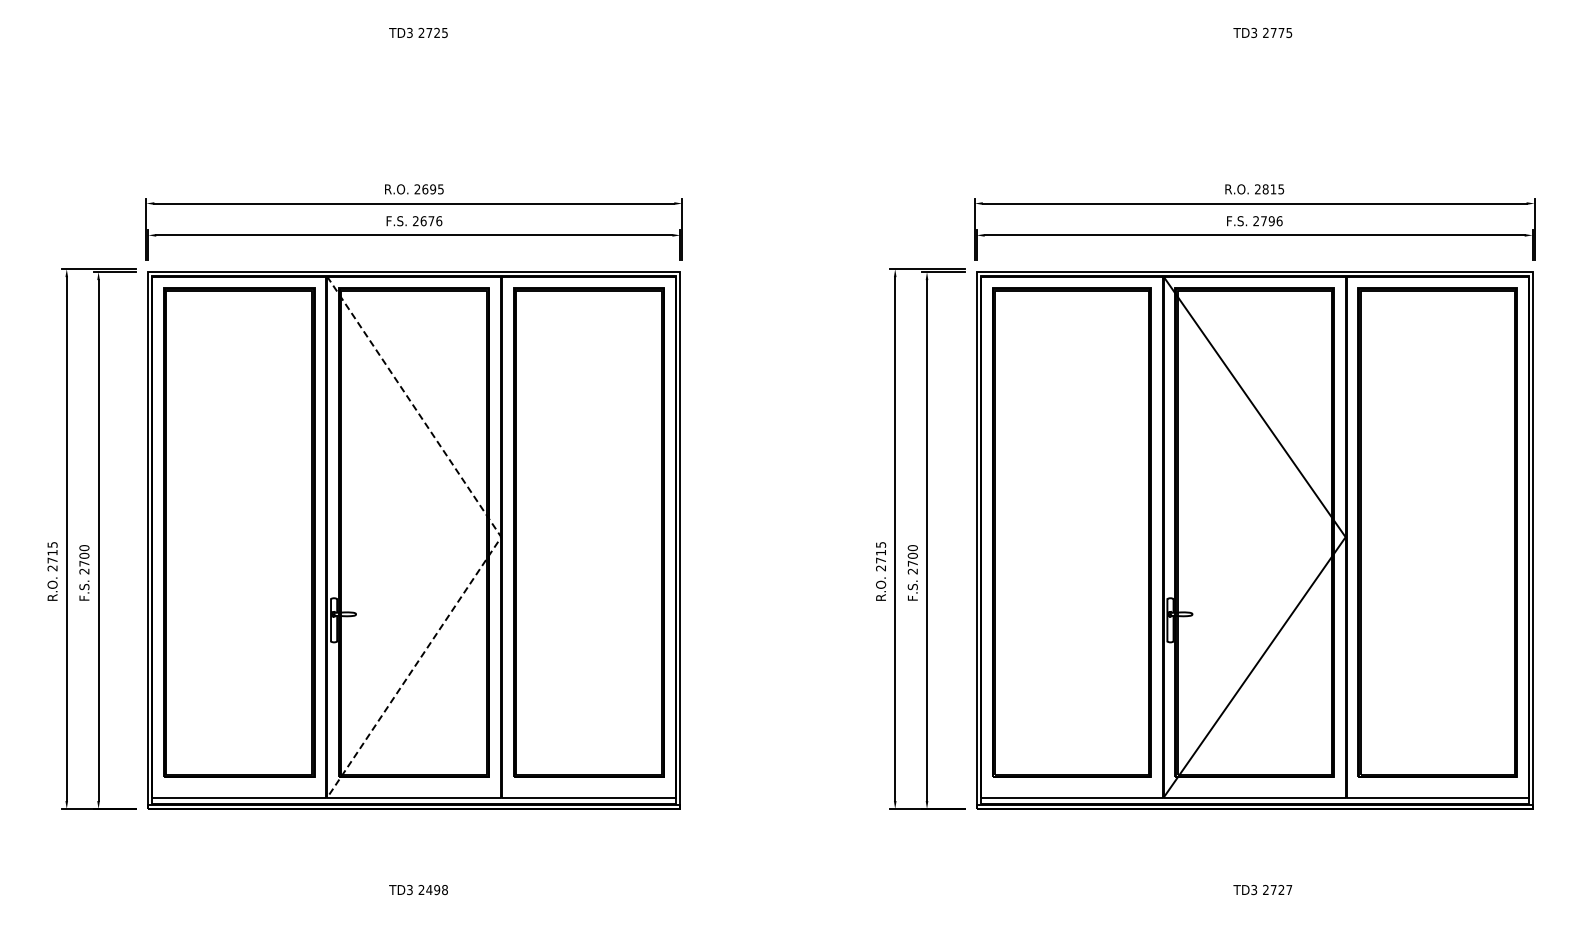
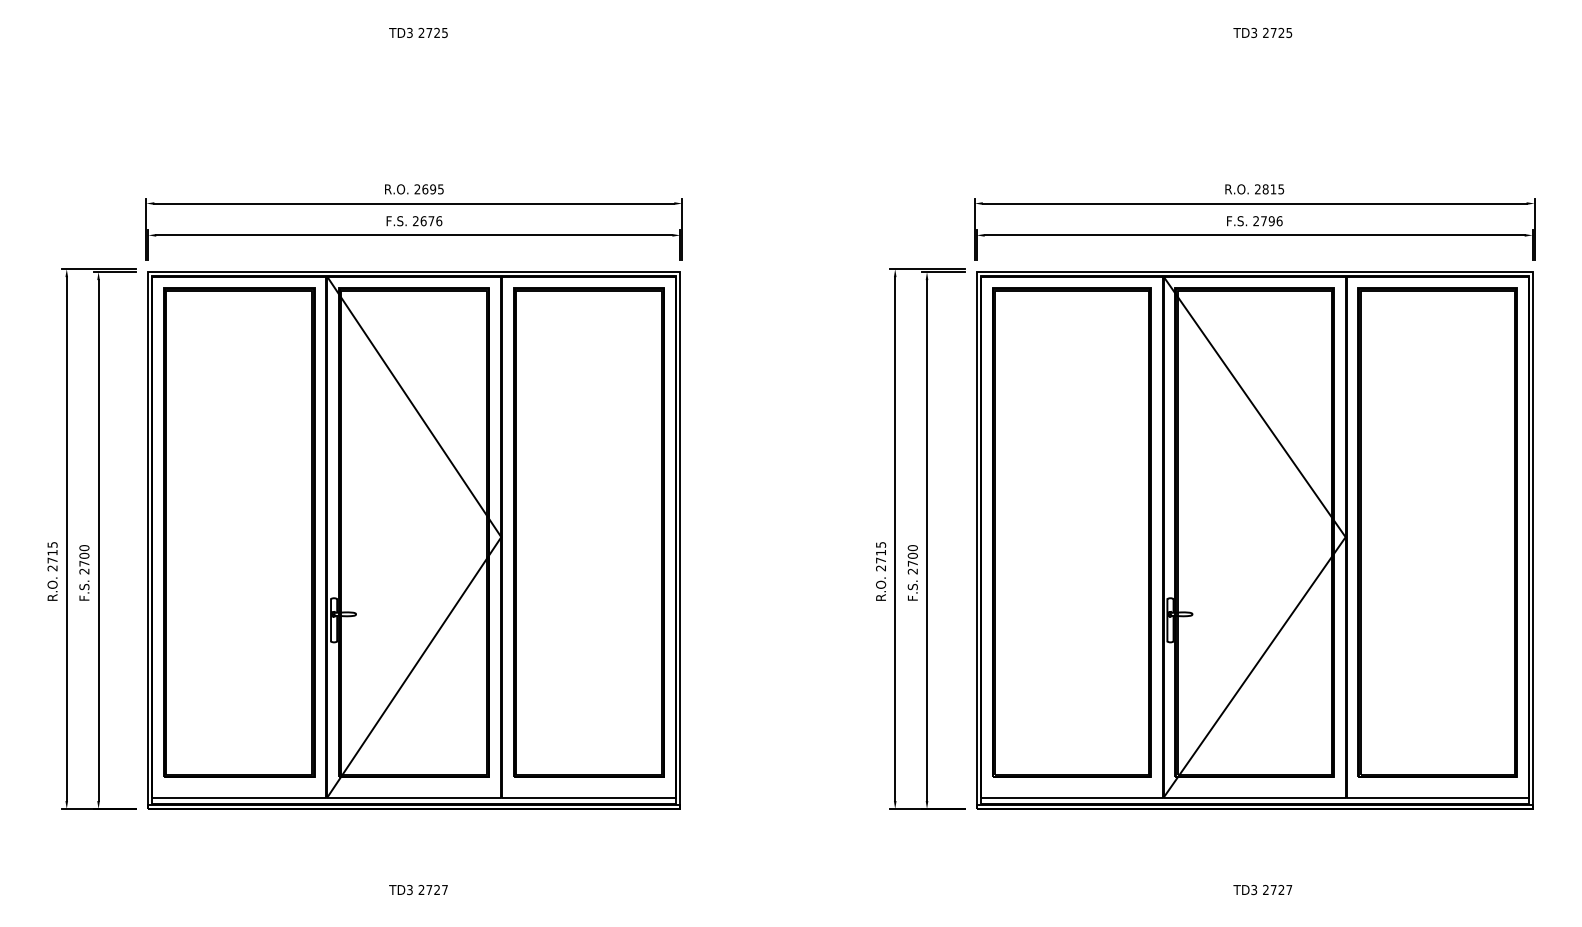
text at (1281, 32): 2775 -> 2725
line at (501, 537): dashed -> solid
text at (436, 890): 2498 -> 2727
